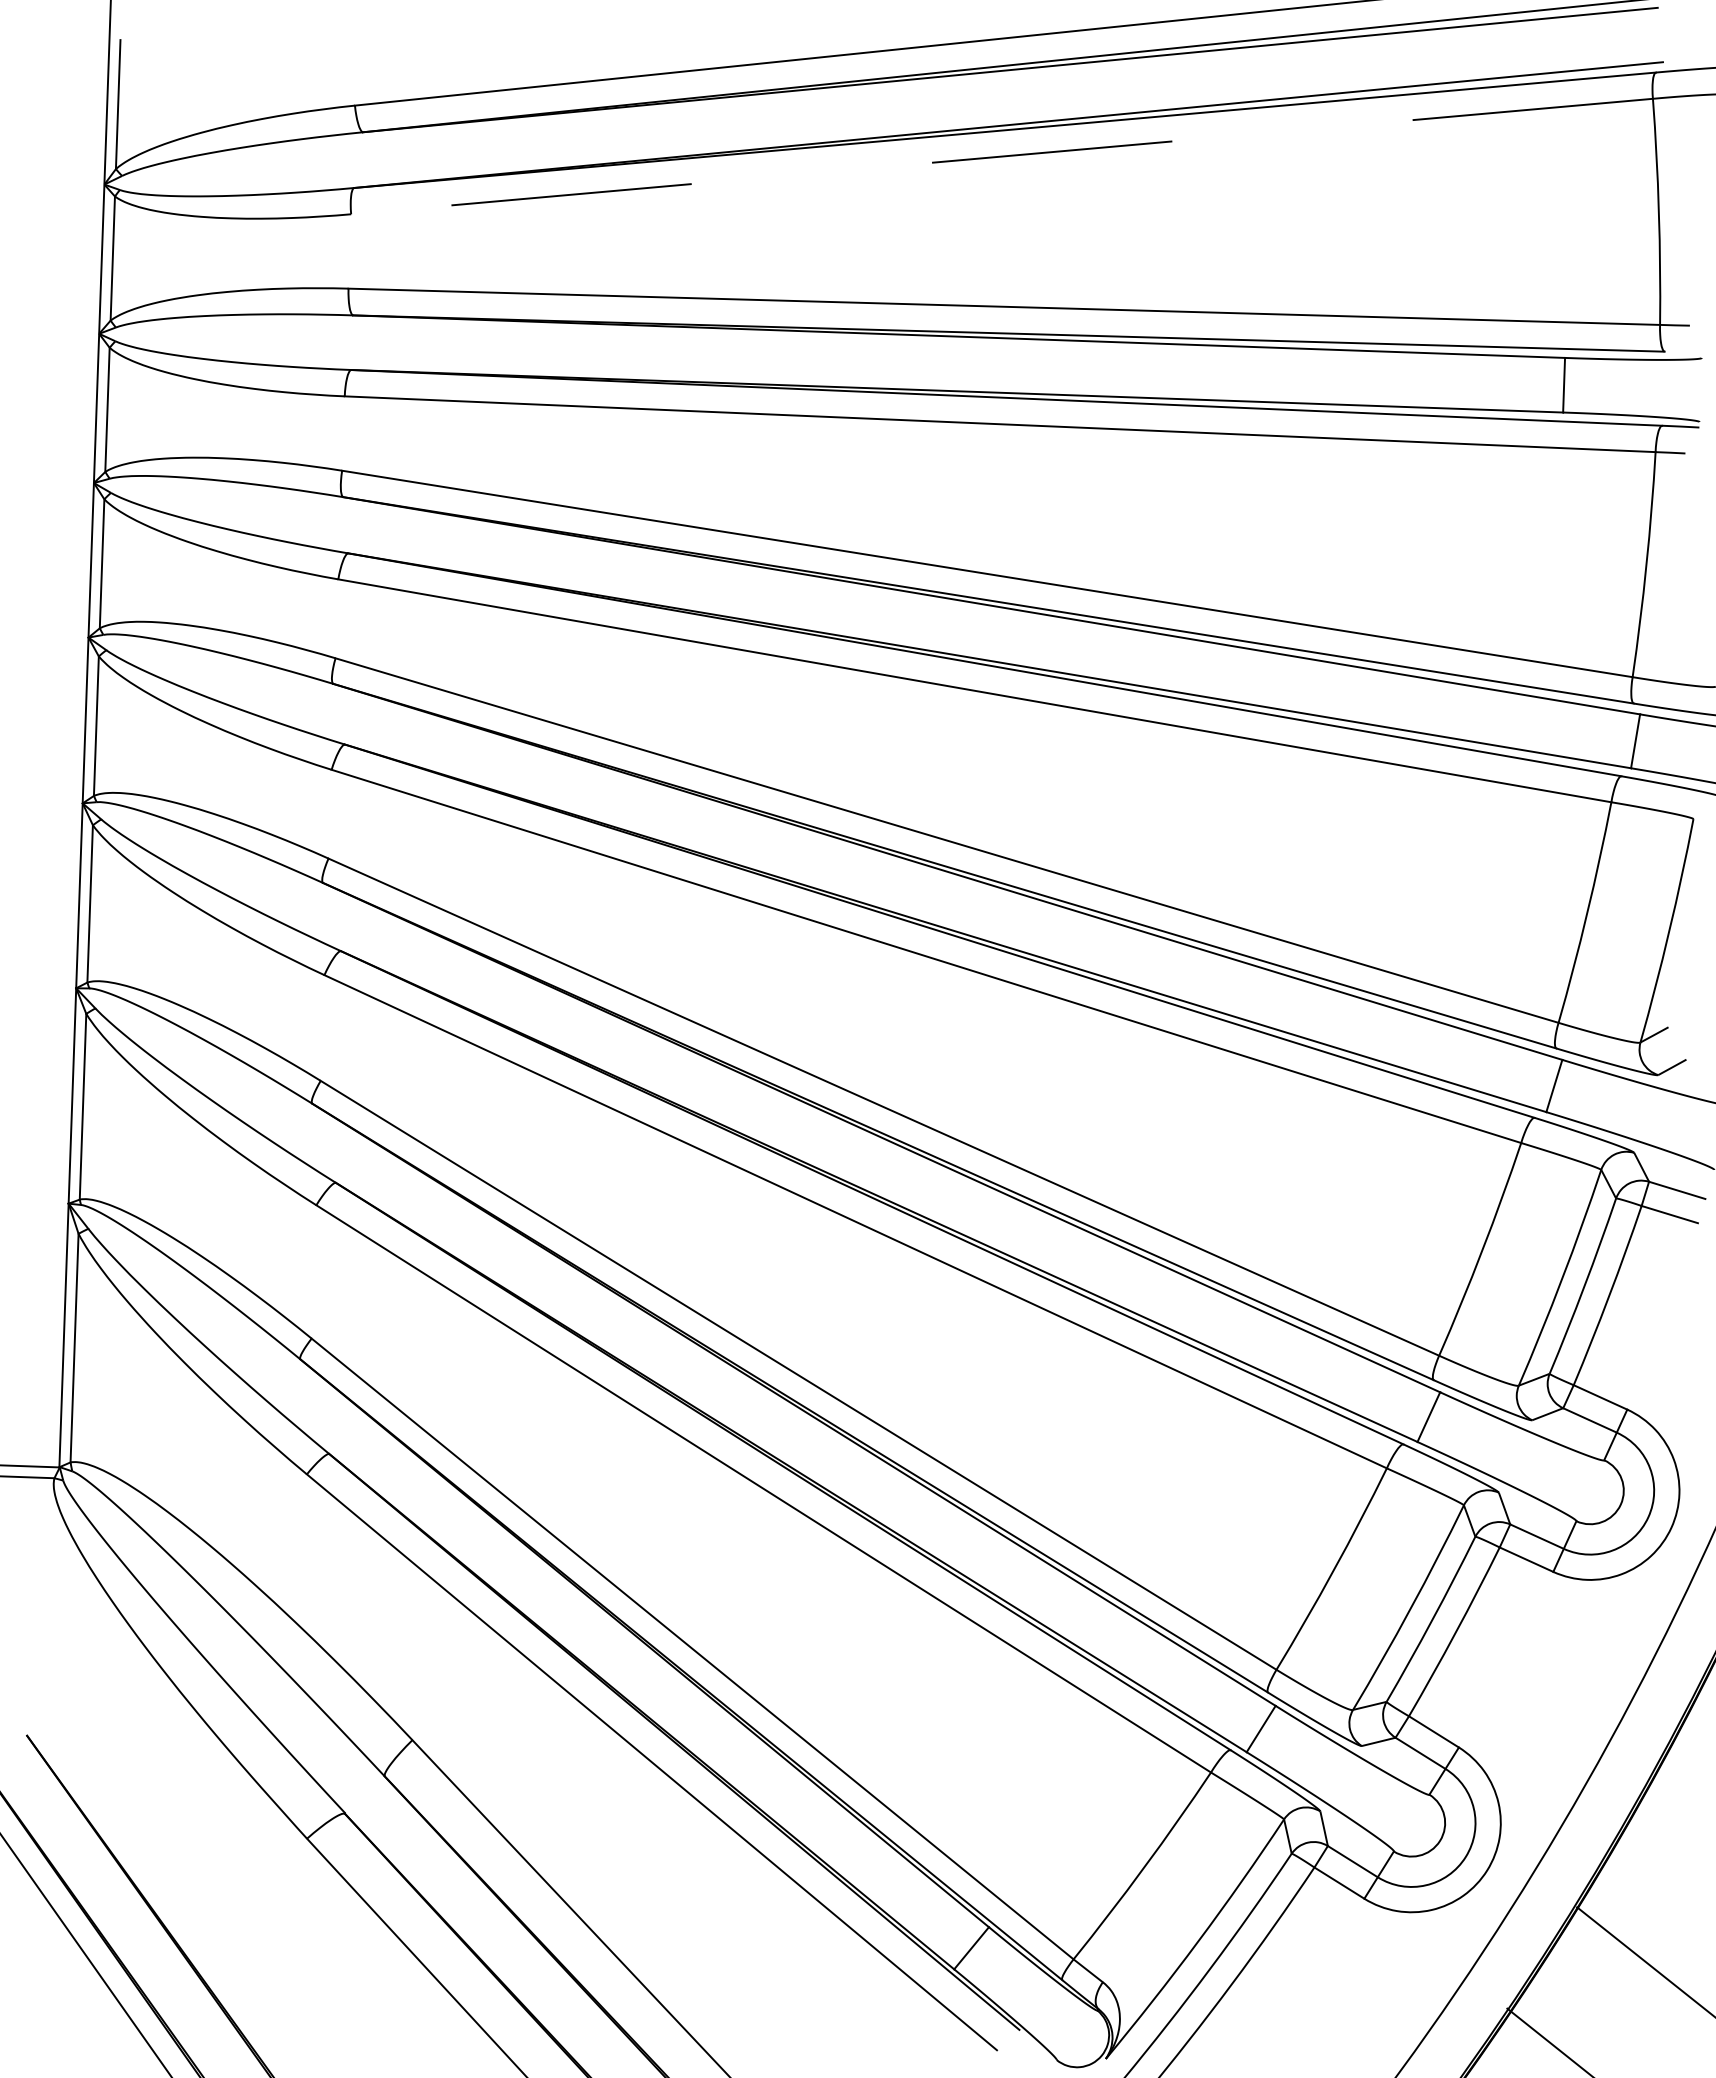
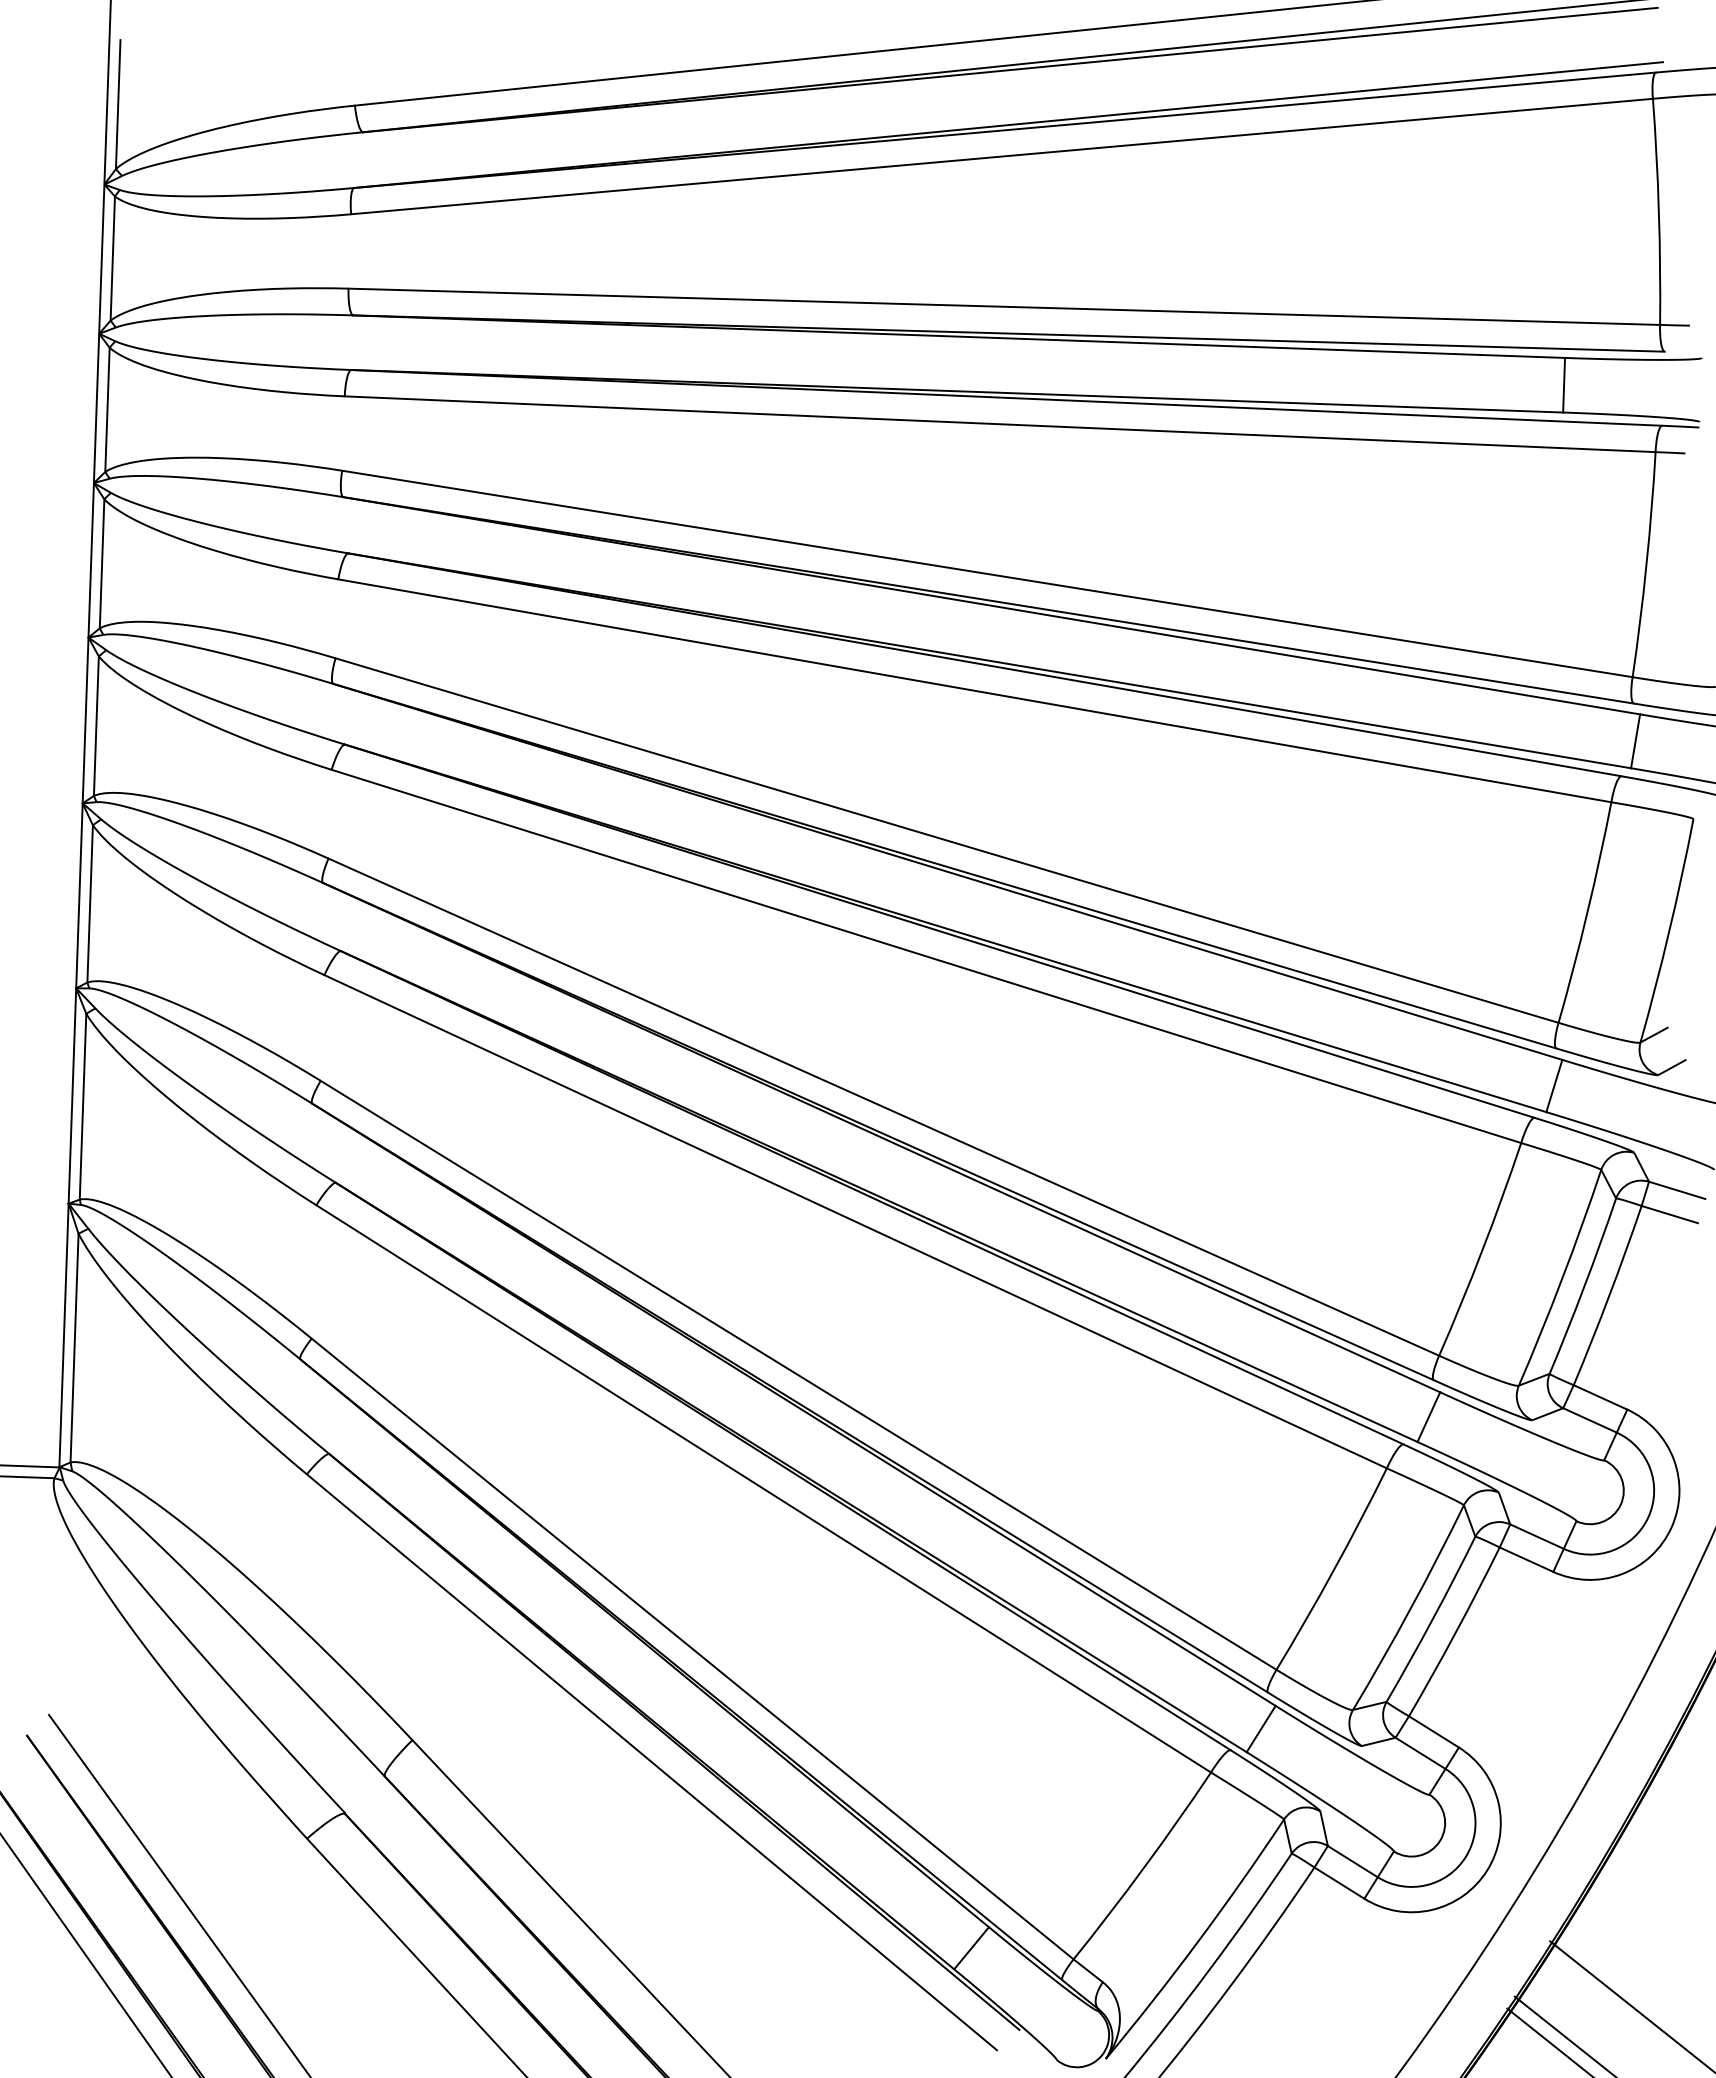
line at (1001, 156): dashed -> solid
line at (178, 1894): none -> present
line at (1644, 1961) position: (1644, 1961) -> (1631, 2005)
line at (1563, 2035): none -> present
